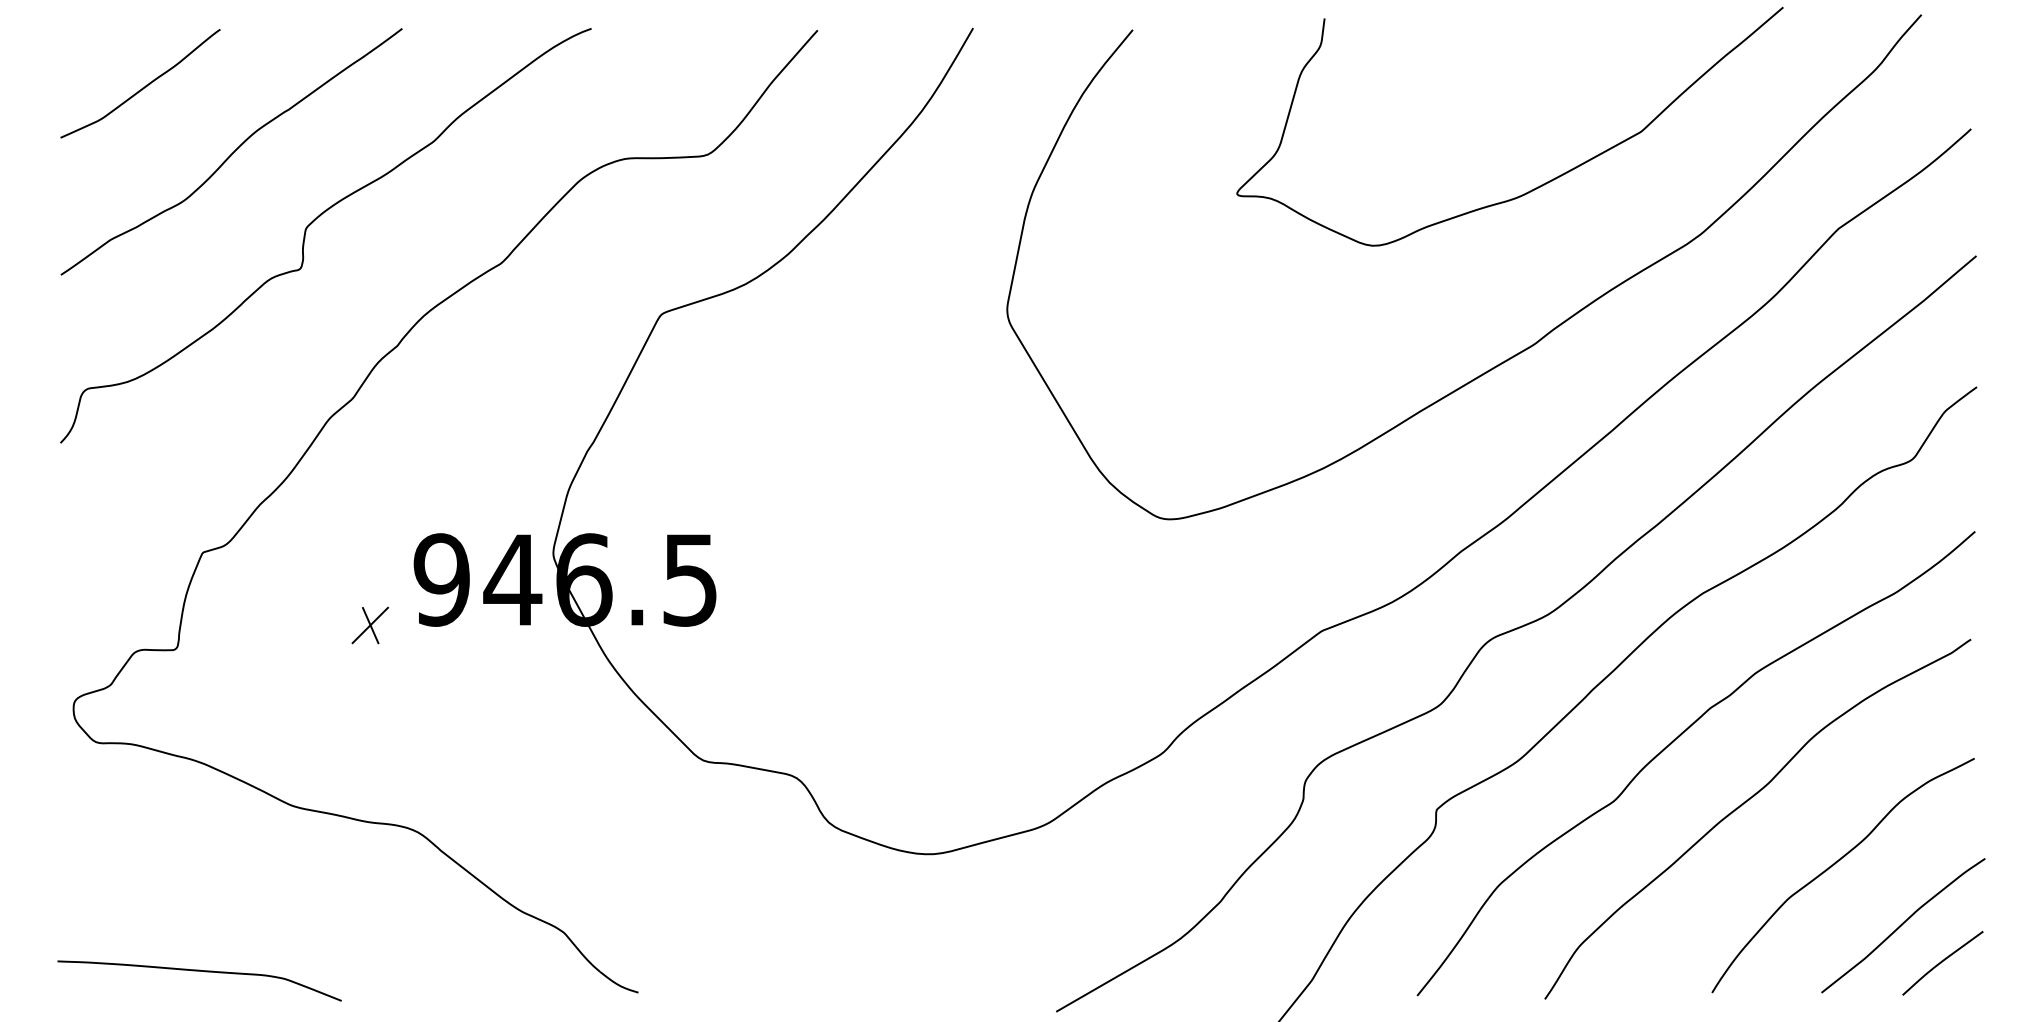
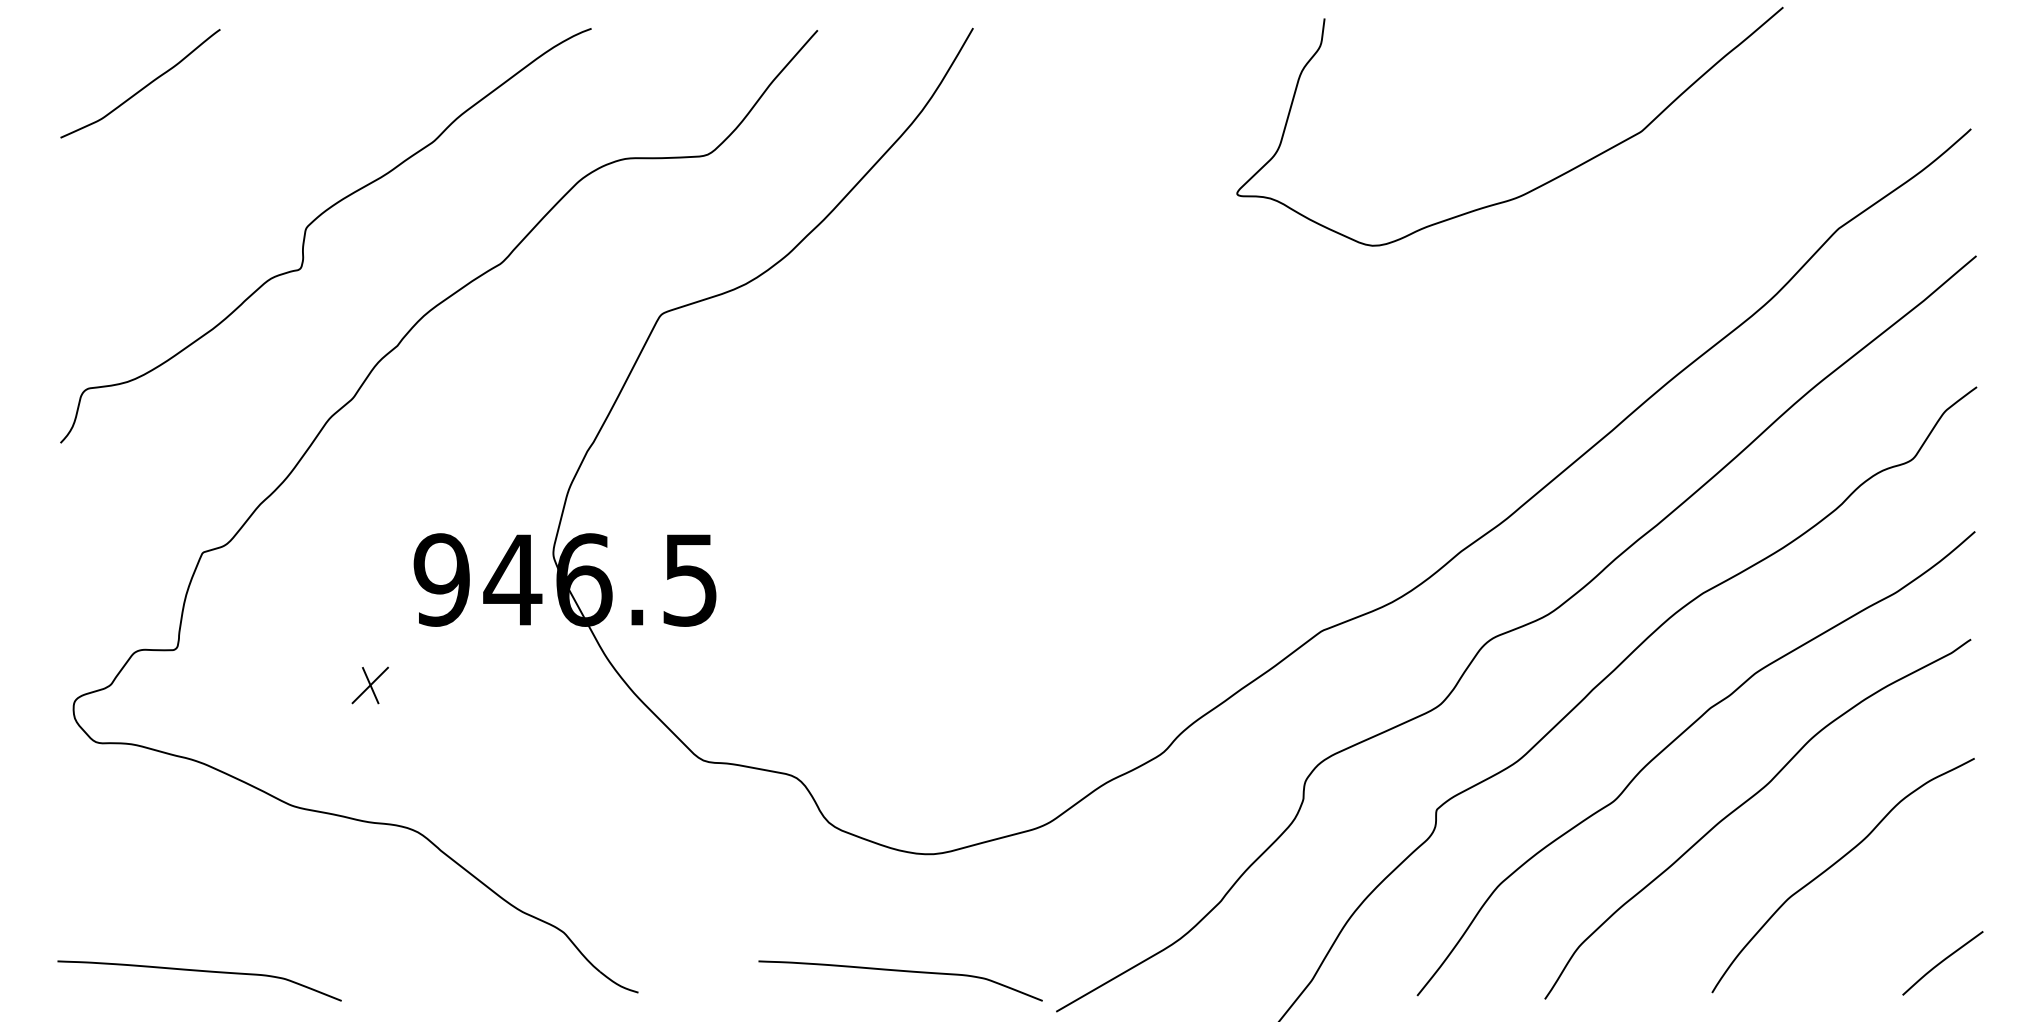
curve at (232, 152): present -> none
curve at (1516, 353): present -> none
part at (369, 625) position: (369, 625) -> (369, 685)
curve at (1903, 924): present -> none
curve at (900, 971): none -> present
